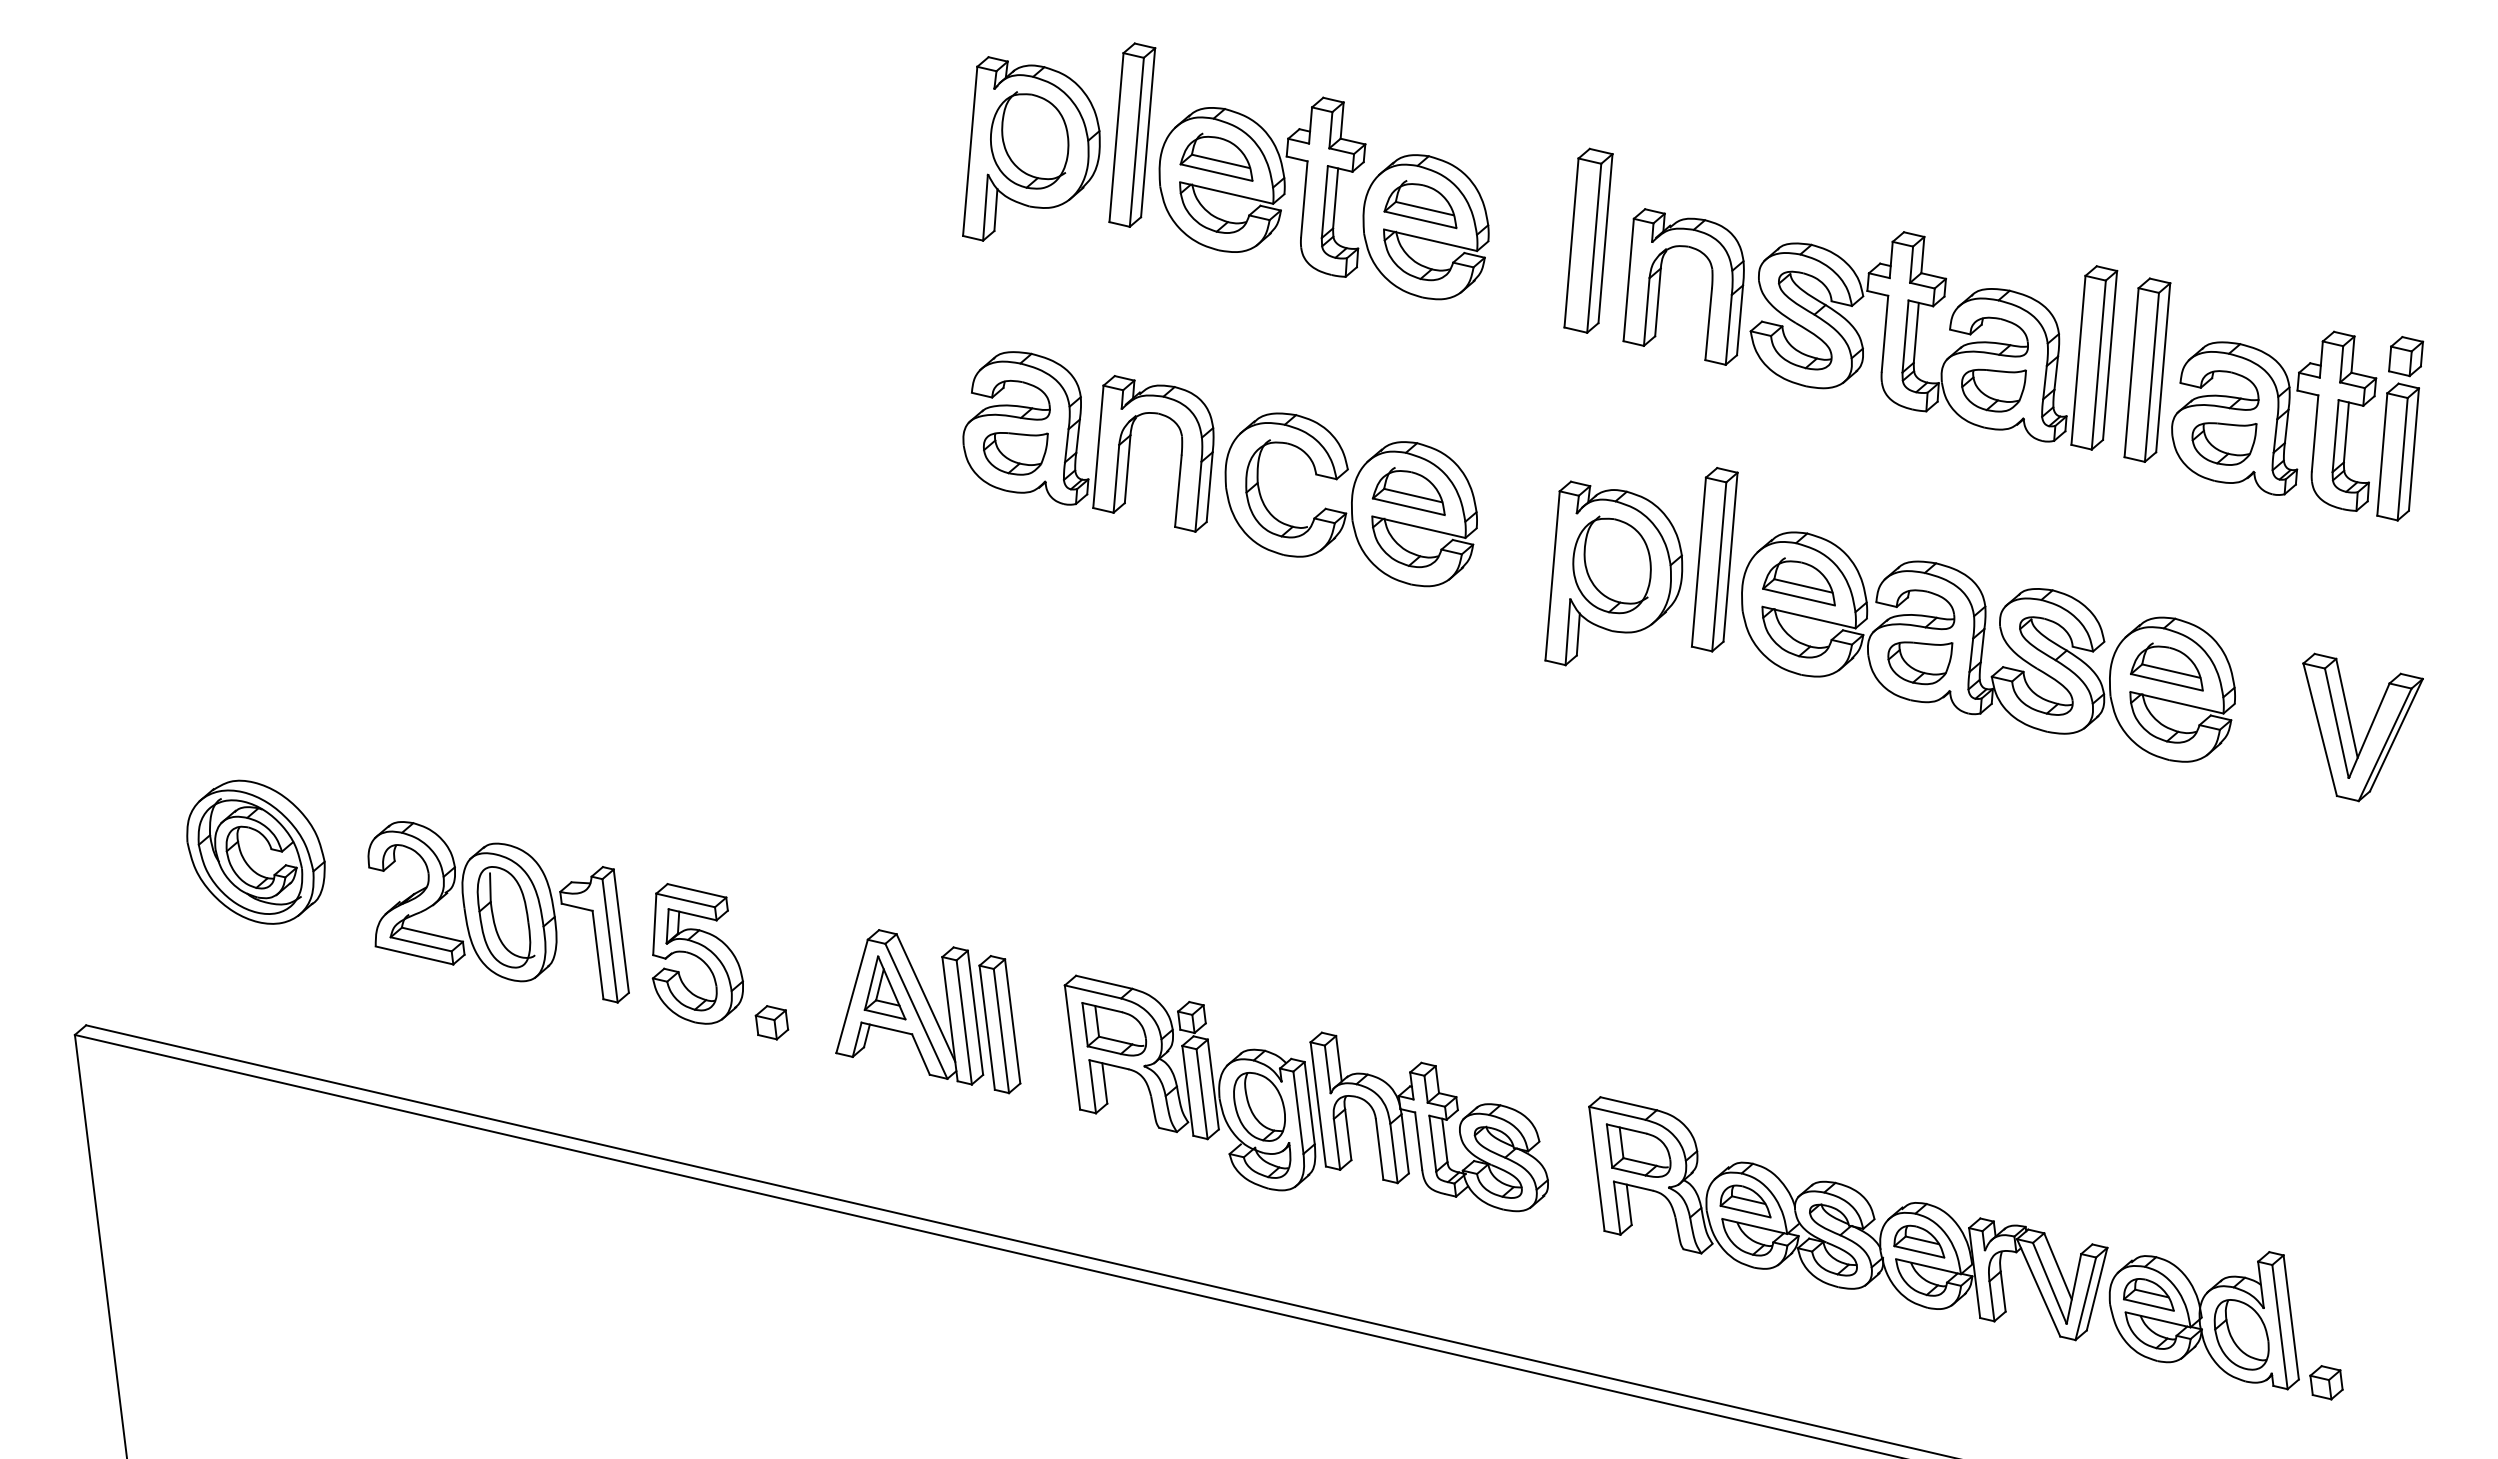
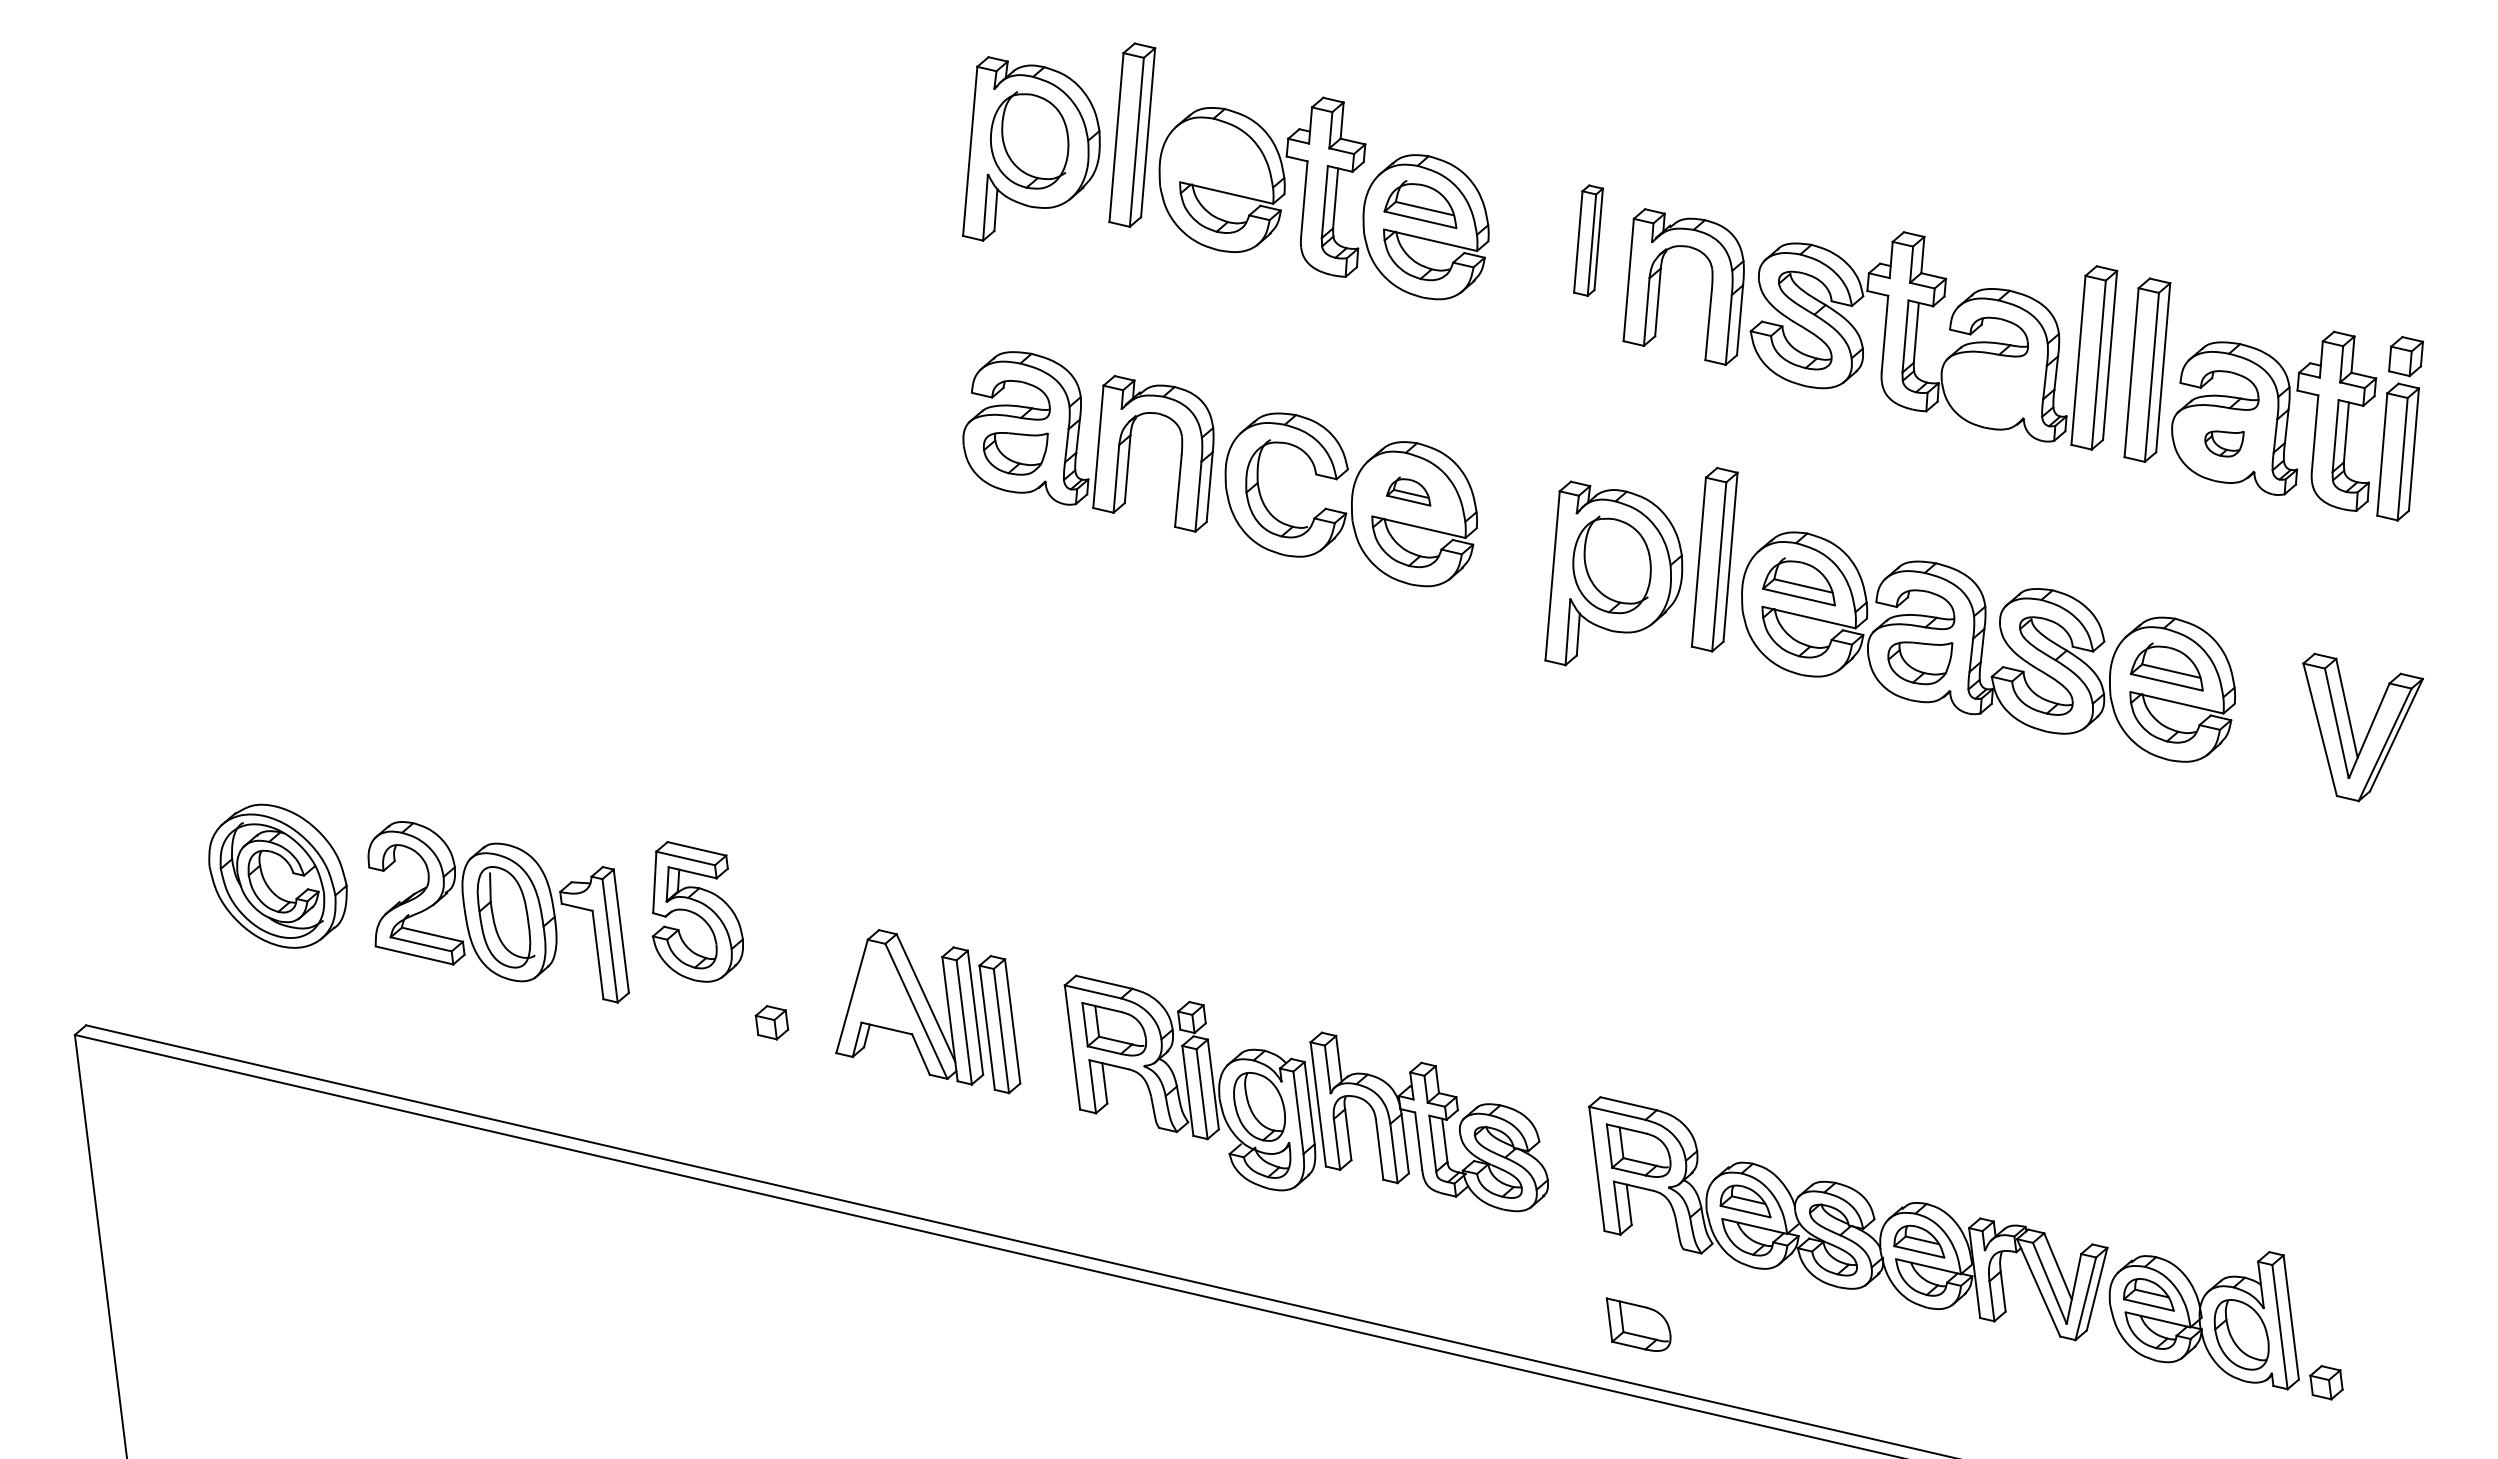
part at (1216, 156): present -> none
part at (1588, 240) size: 51x187 px -> 31x113 px
part at (1993, 390): present -> none
part at (2224, 443) size: 67x44 px -> 41x28 px
part at (1408, 491) size: 75x49 px -> 46x31 px
part at (255, 851) position: (255, 851) -> (277, 875)
part at (697, 953) position: (697, 953) -> (697, 911)
part at (884, 987): present -> none
part at (1638, 1324): none -> present
